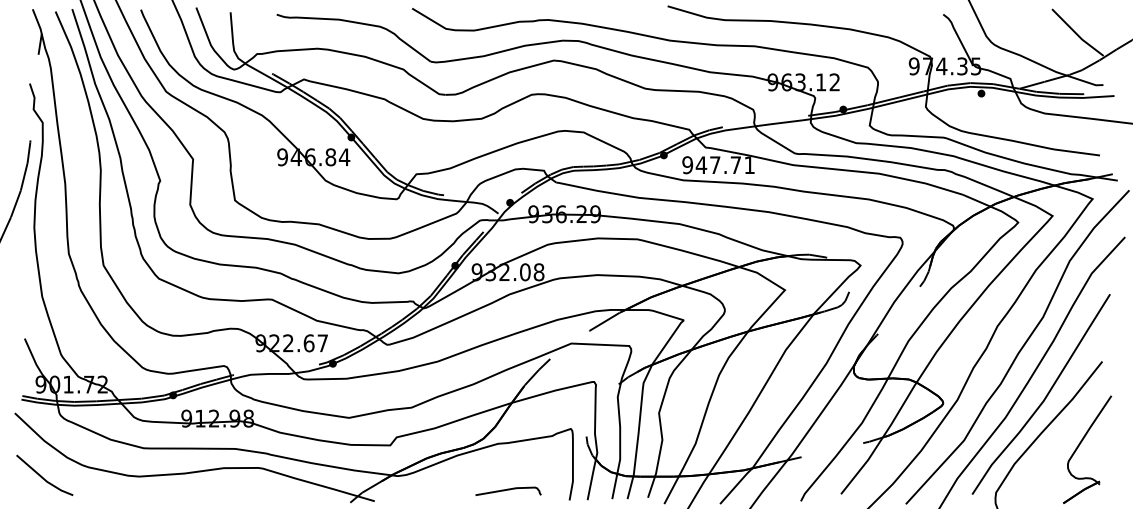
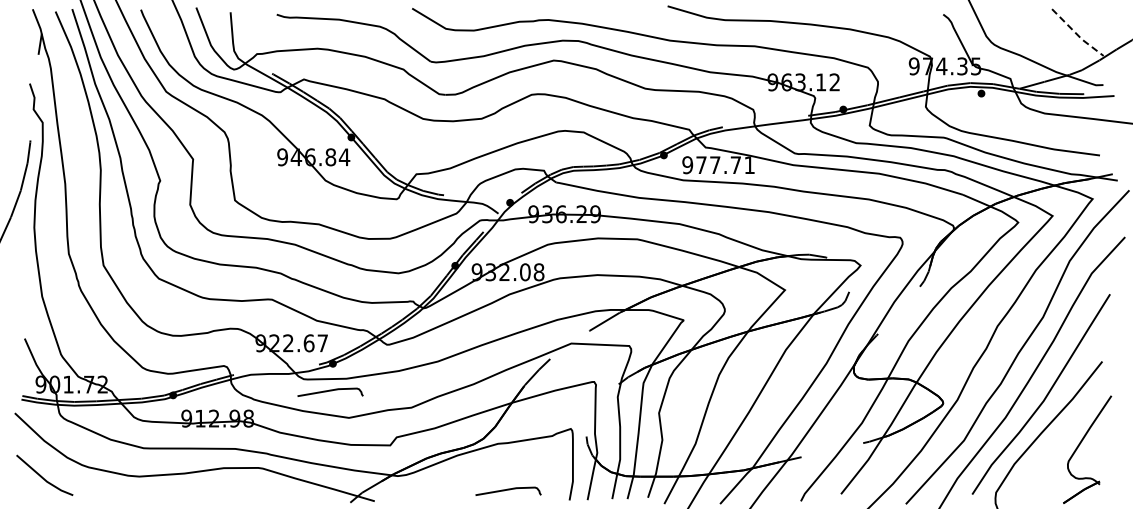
line at (1077, 34): solid -> dashed
text at (701, 164): 947.71 -> 977.71
curve at (330, 391): none -> present
